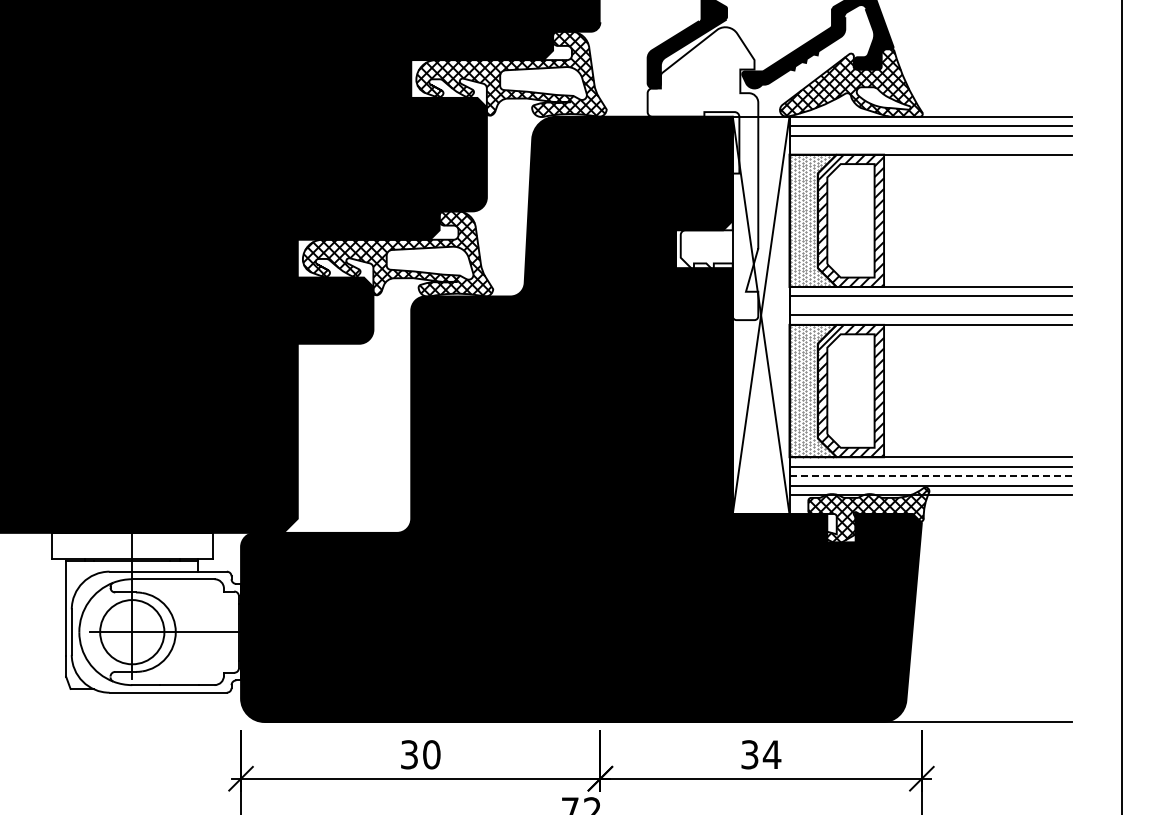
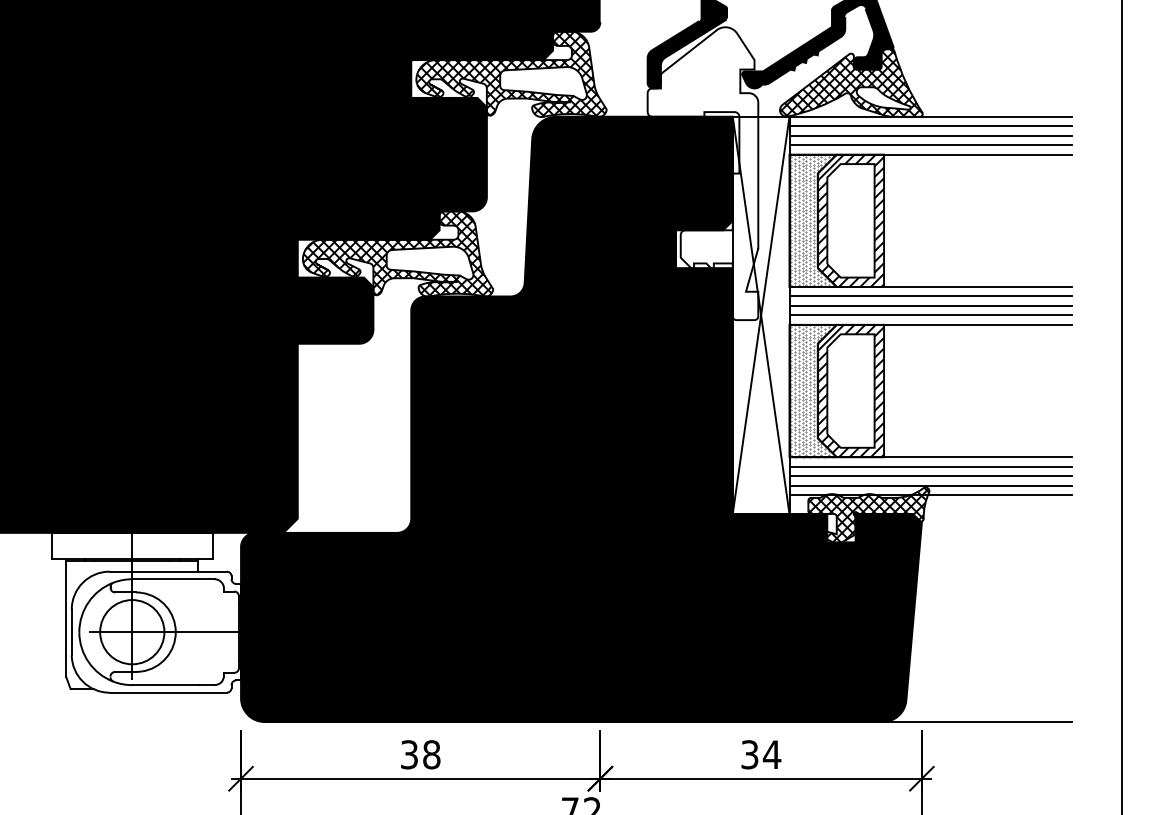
line at (930, 145): none -> present
line at (930, 305): none -> present
line at (931, 476): dashed -> solid
text at (431, 754): 30 -> 38
